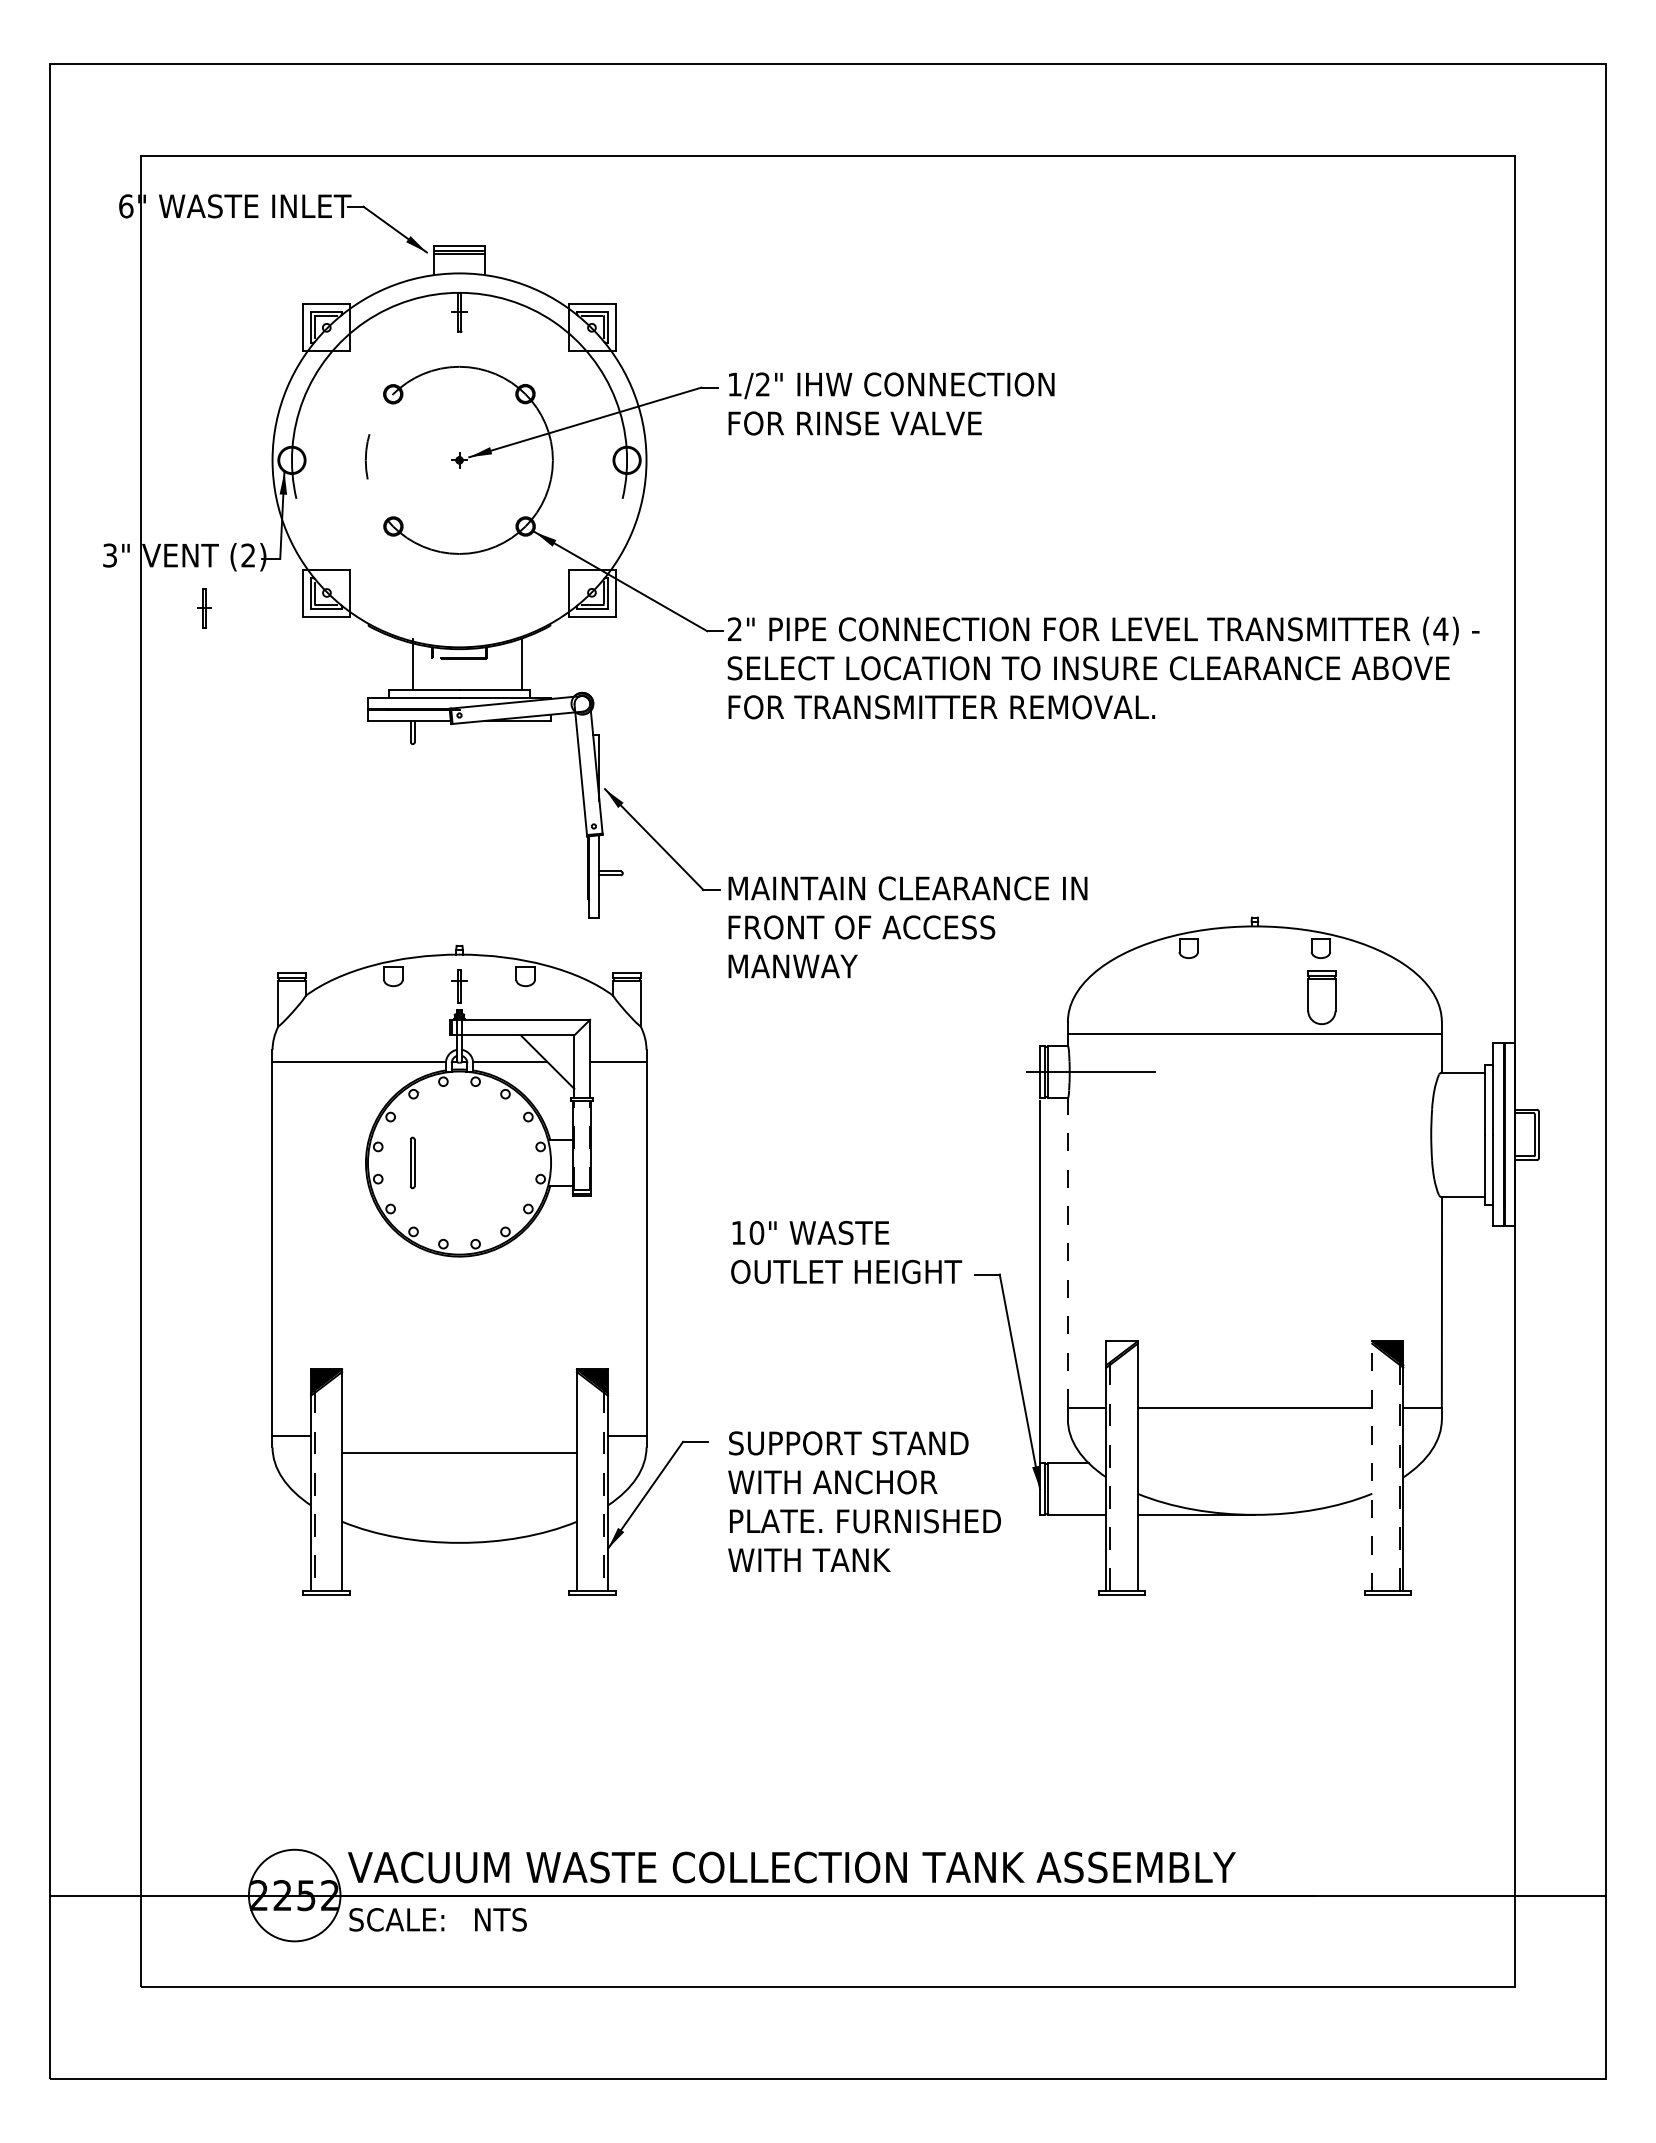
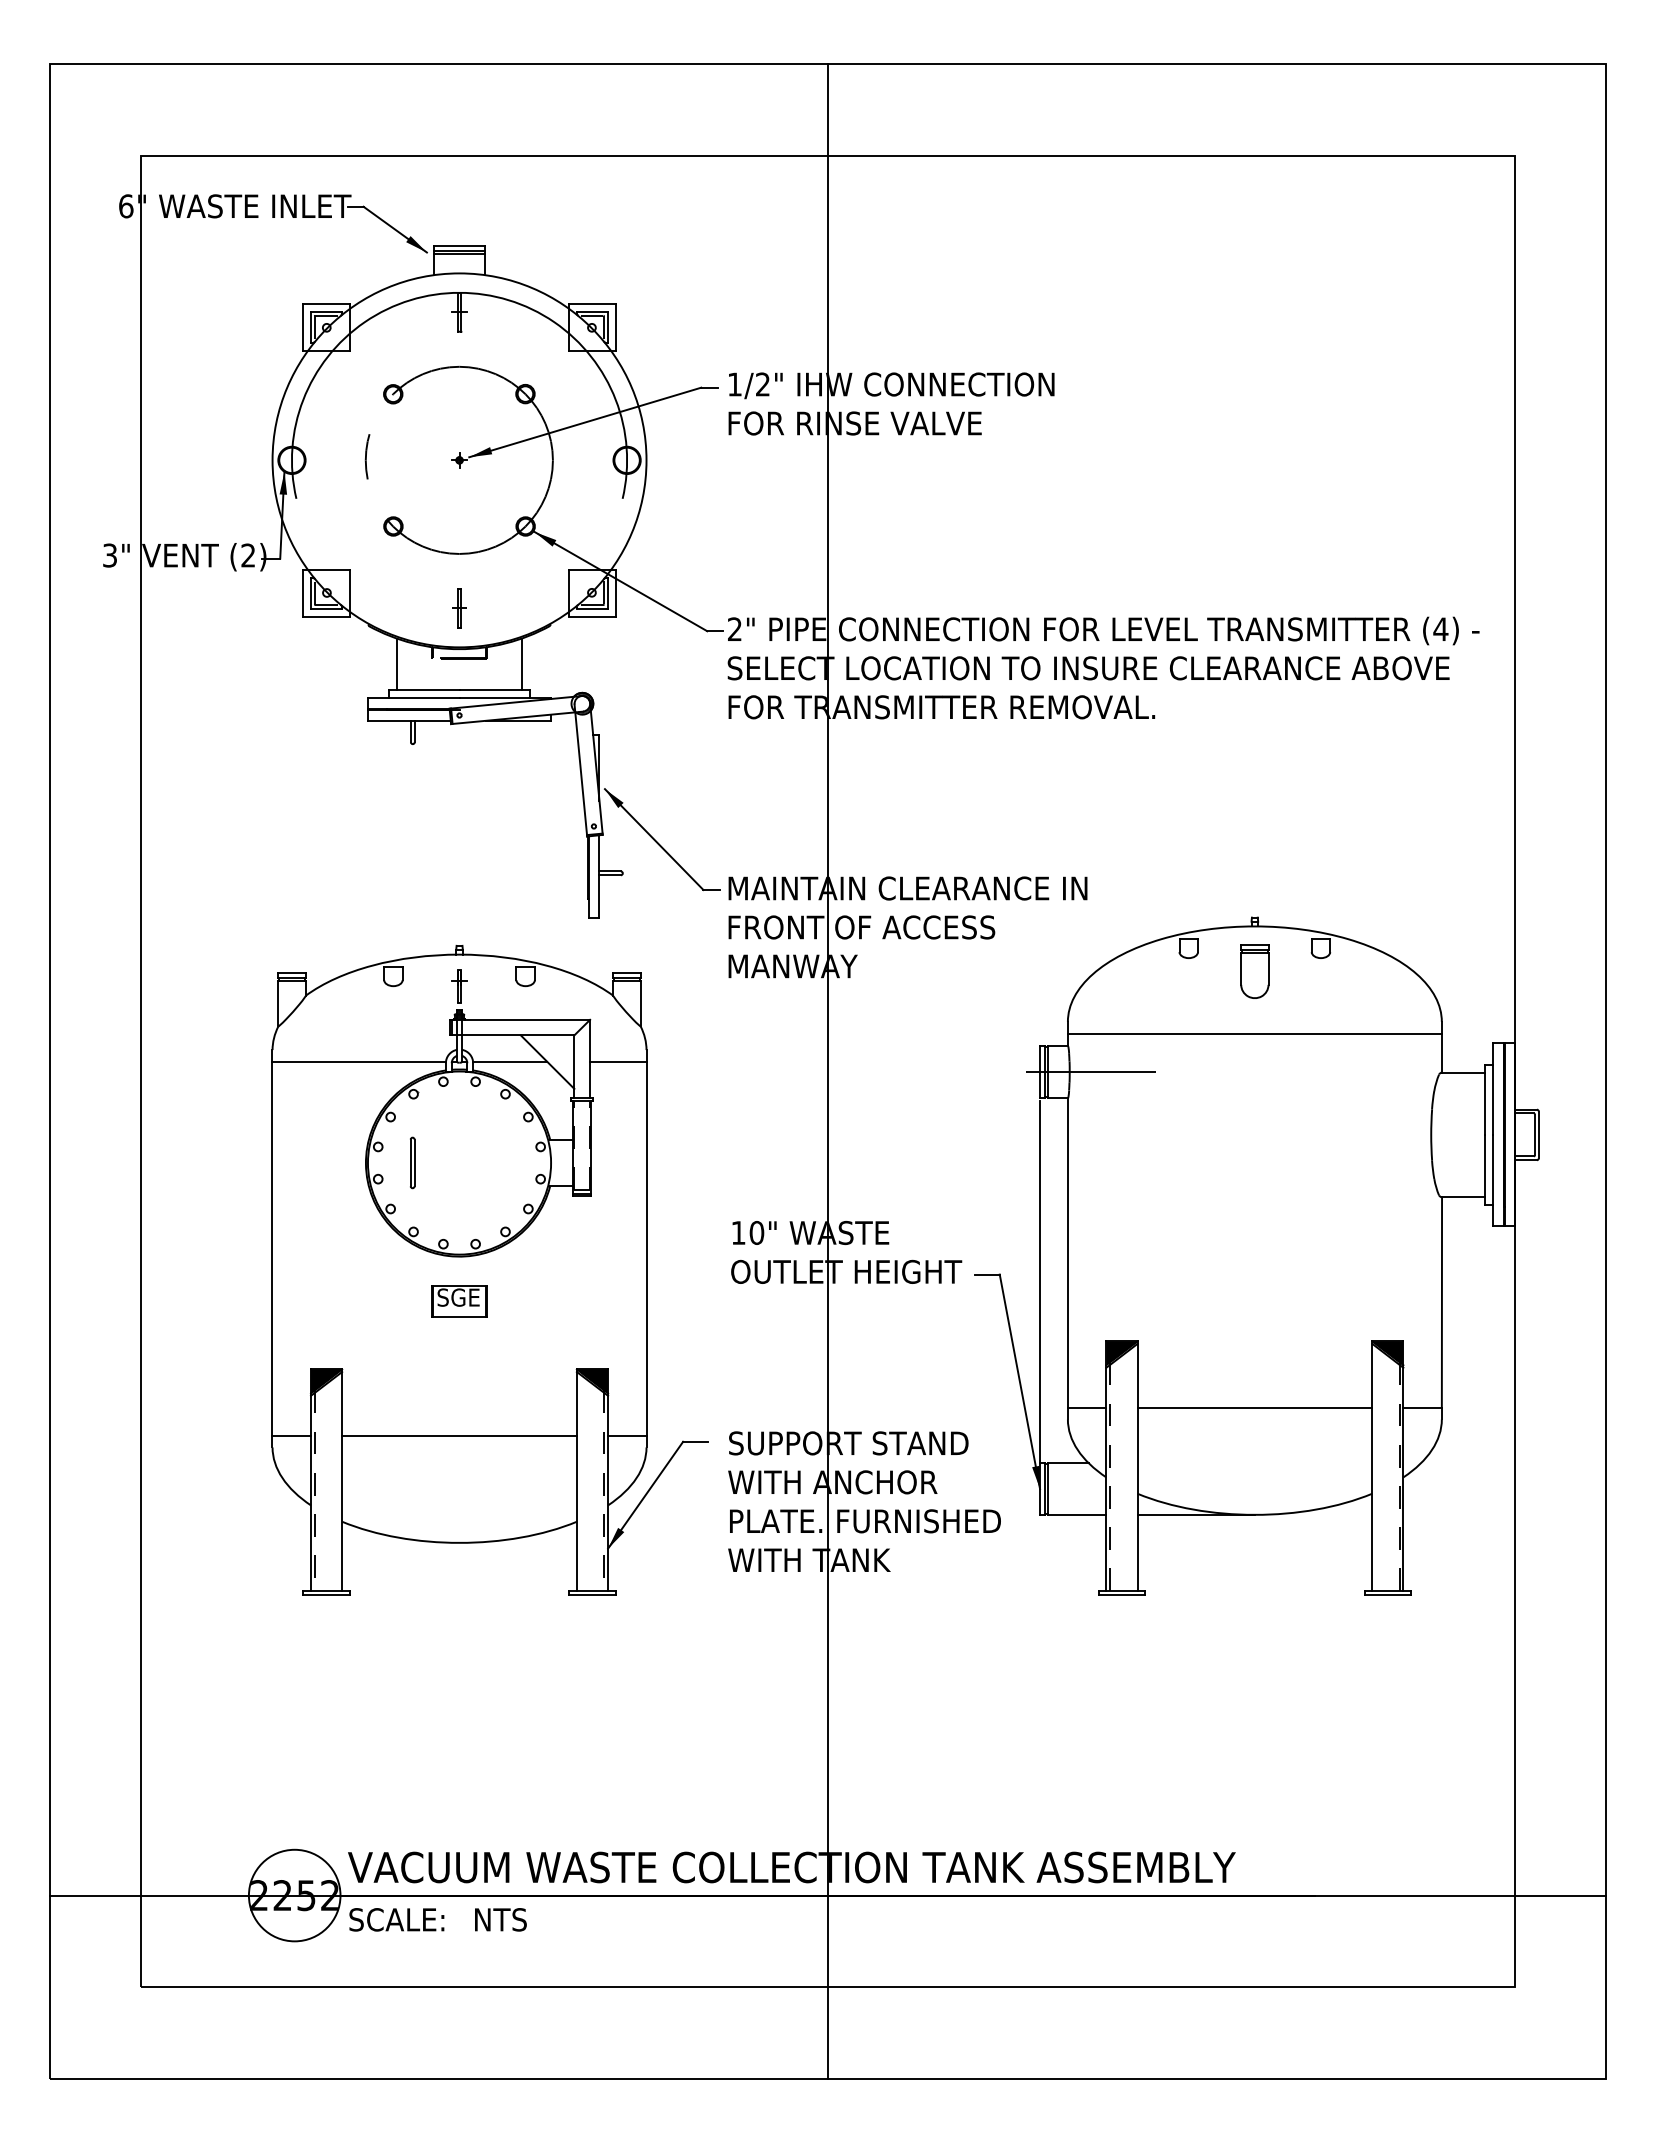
part at (204, 608) position: (204, 608) -> (459, 608)
line at (413, 664) position: (413, 664) -> (397, 664)
part at (1321, 997) position: (1321, 997) -> (1254, 971)
line at (828, 1071): none -> present
line at (1067, 1252): dashed -> solid
part at (459, 1301): none -> present
fill at (1121, 1353): none -> present
line at (459, 1452) position: (459, 1452) -> (459, 1435)
line at (1372, 1466): dashed -> solid
